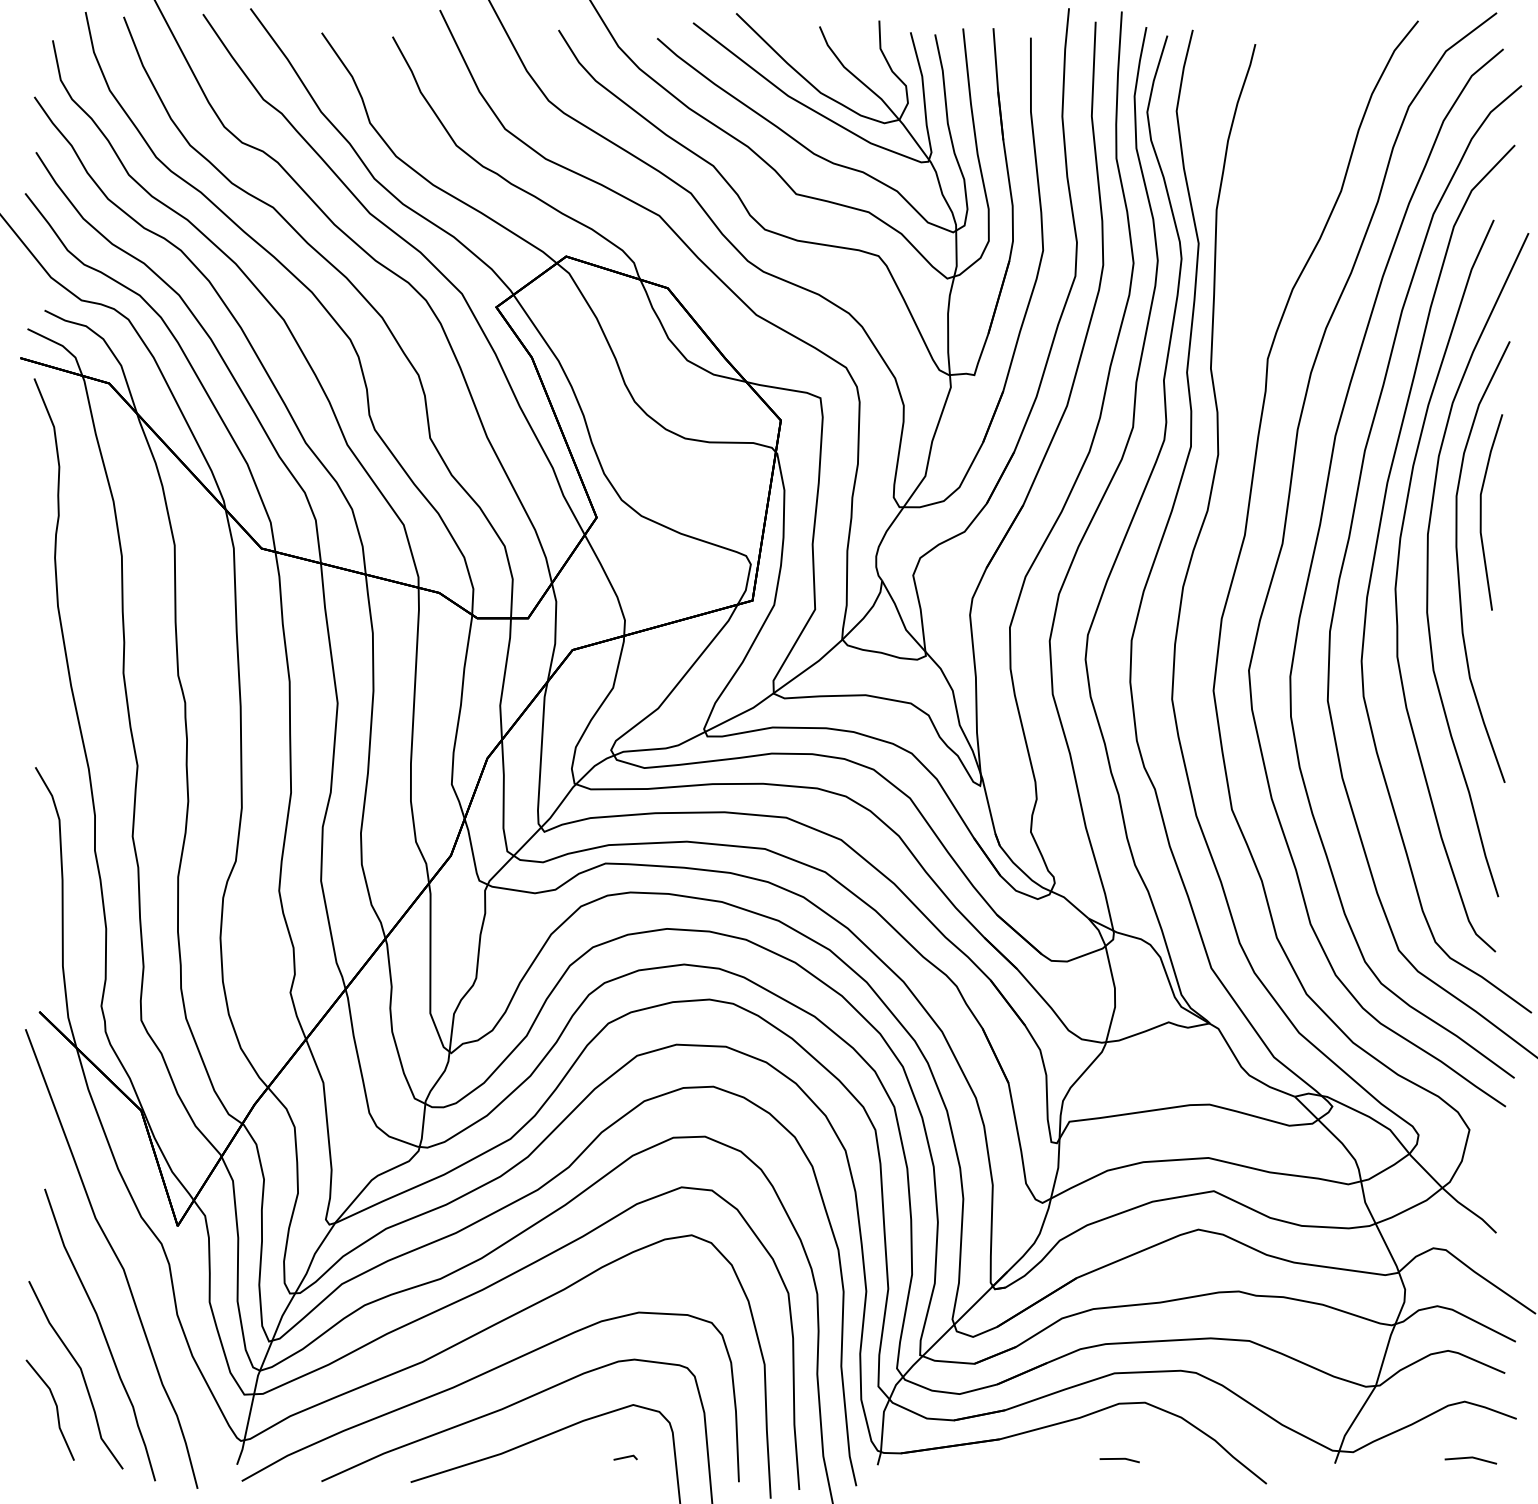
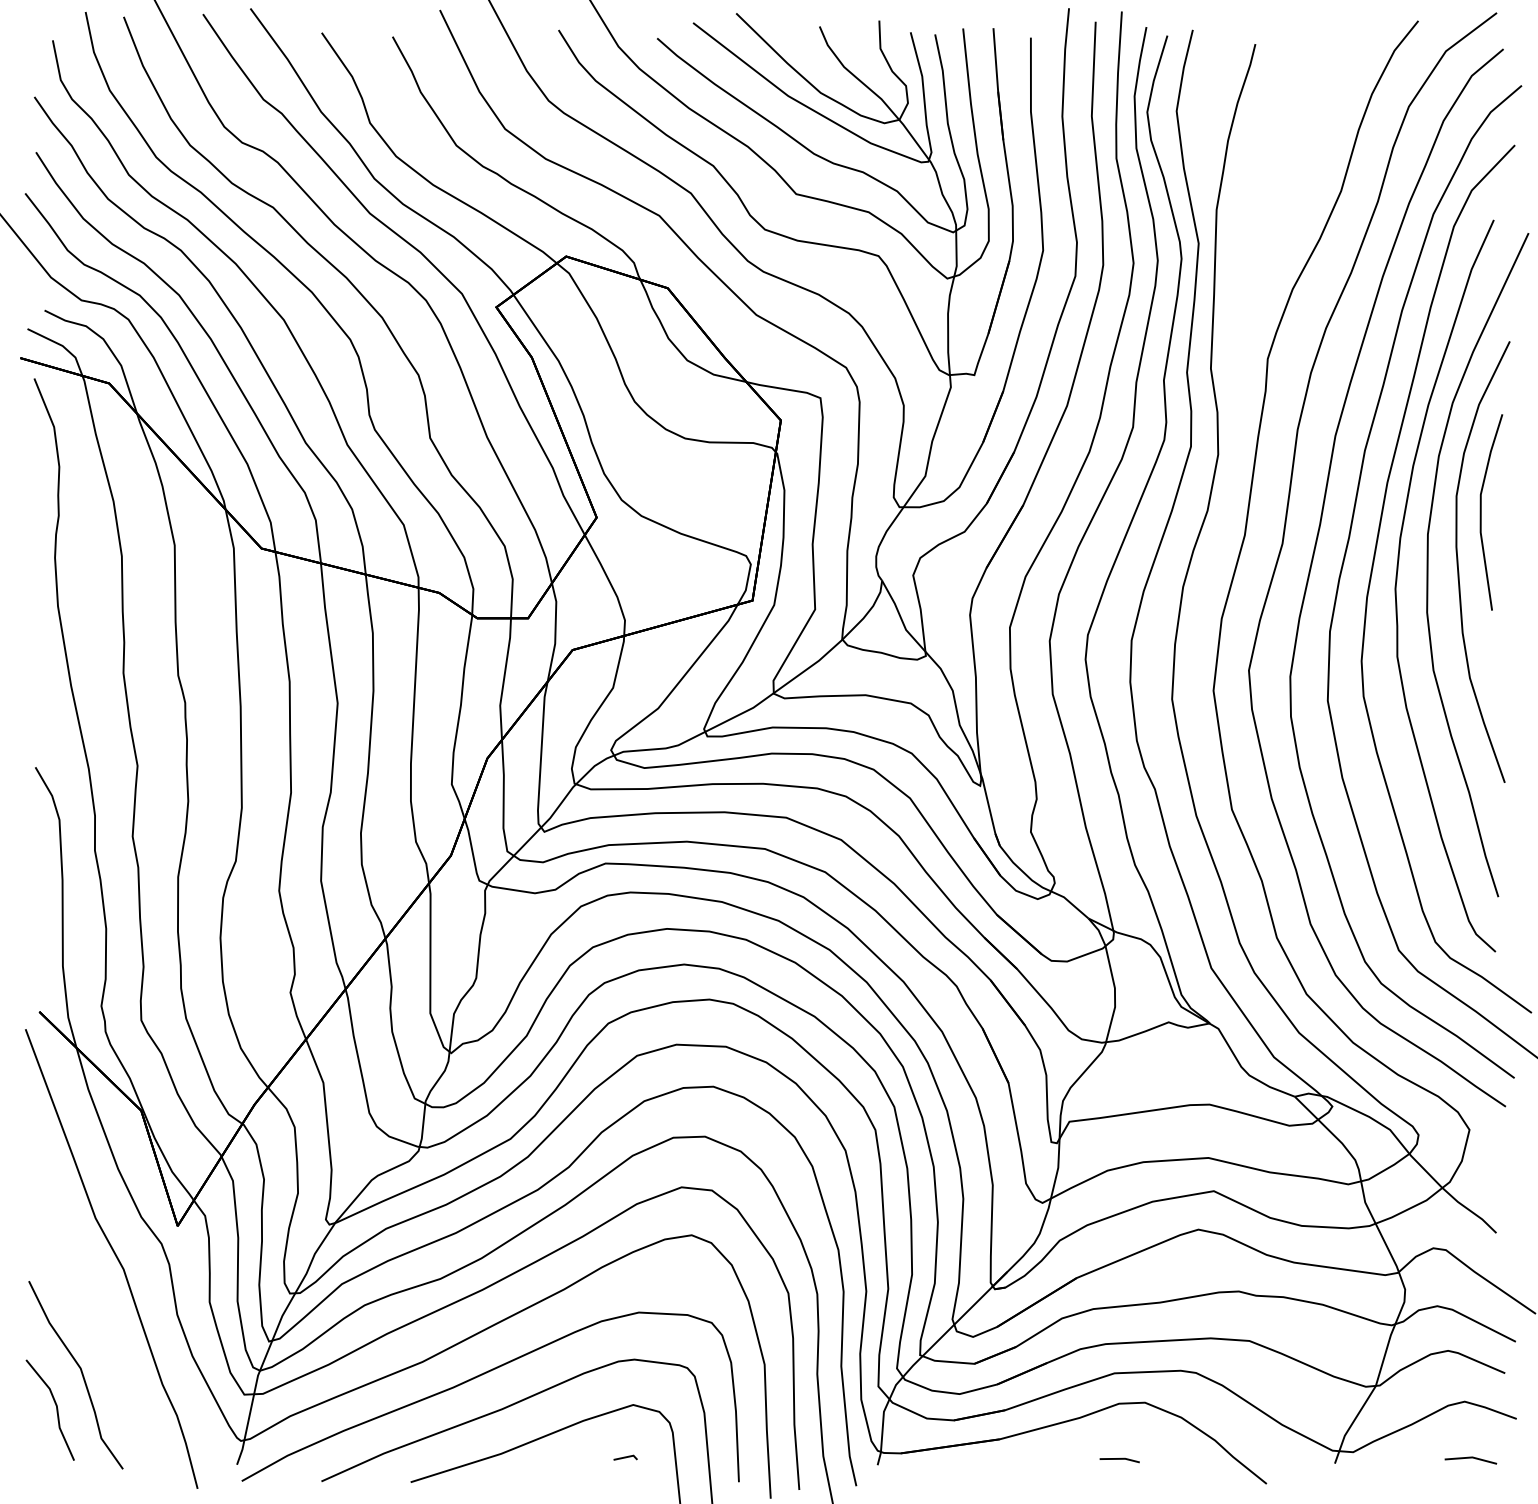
curve at (102, 1333): present -> none
